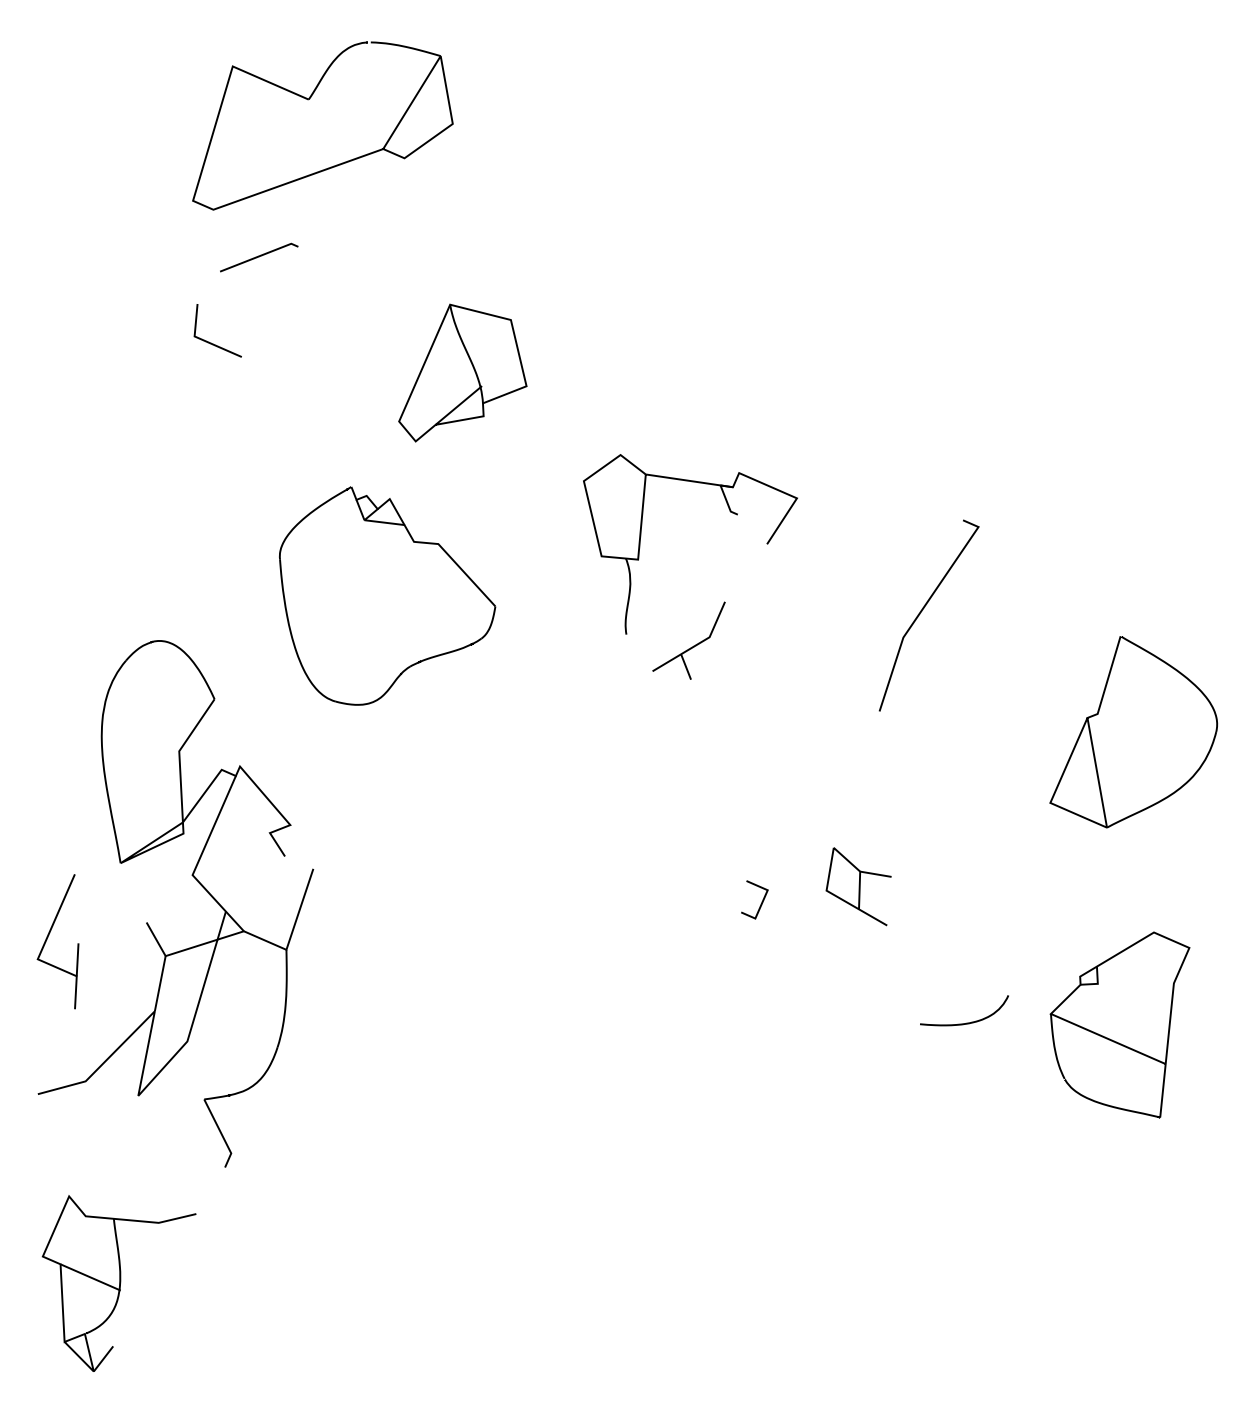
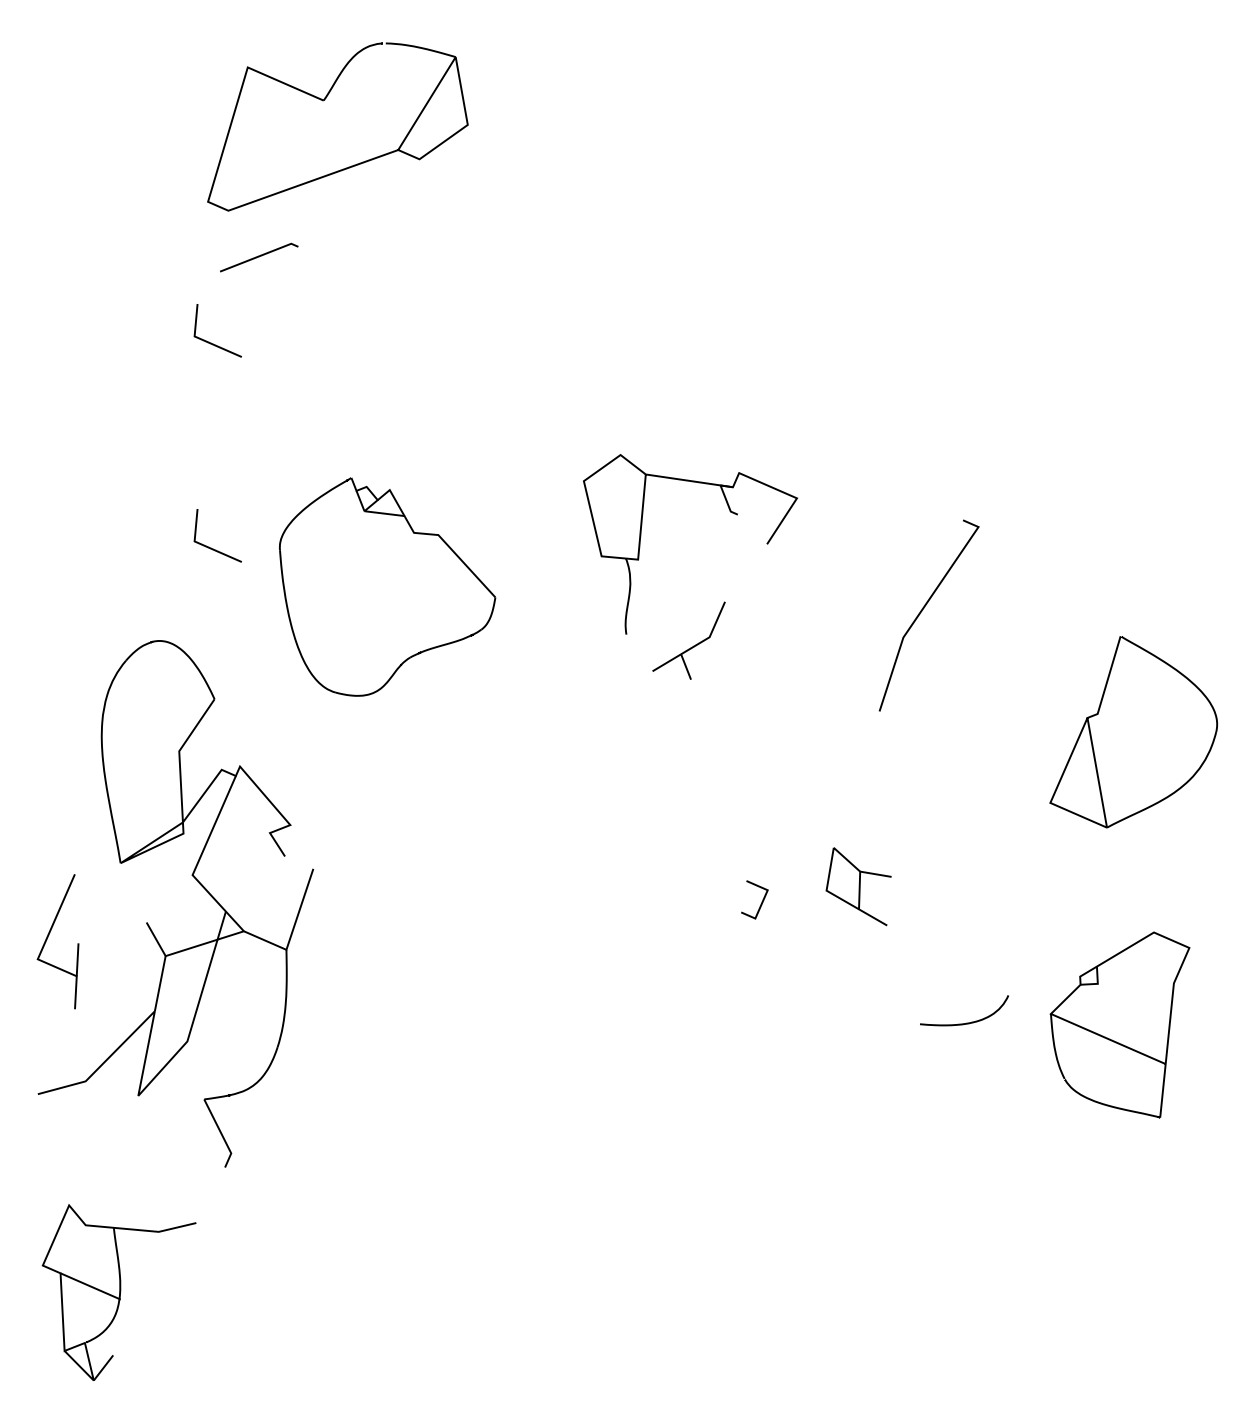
part at (308, 100) position: (308, 100) -> (323, 101)
part at (462, 372): present -> none
line at (211, 547): none -> present
part at (387, 595) position: (387, 595) -> (387, 586)
part at (118, 1283) position: (118, 1283) -> (118, 1292)
